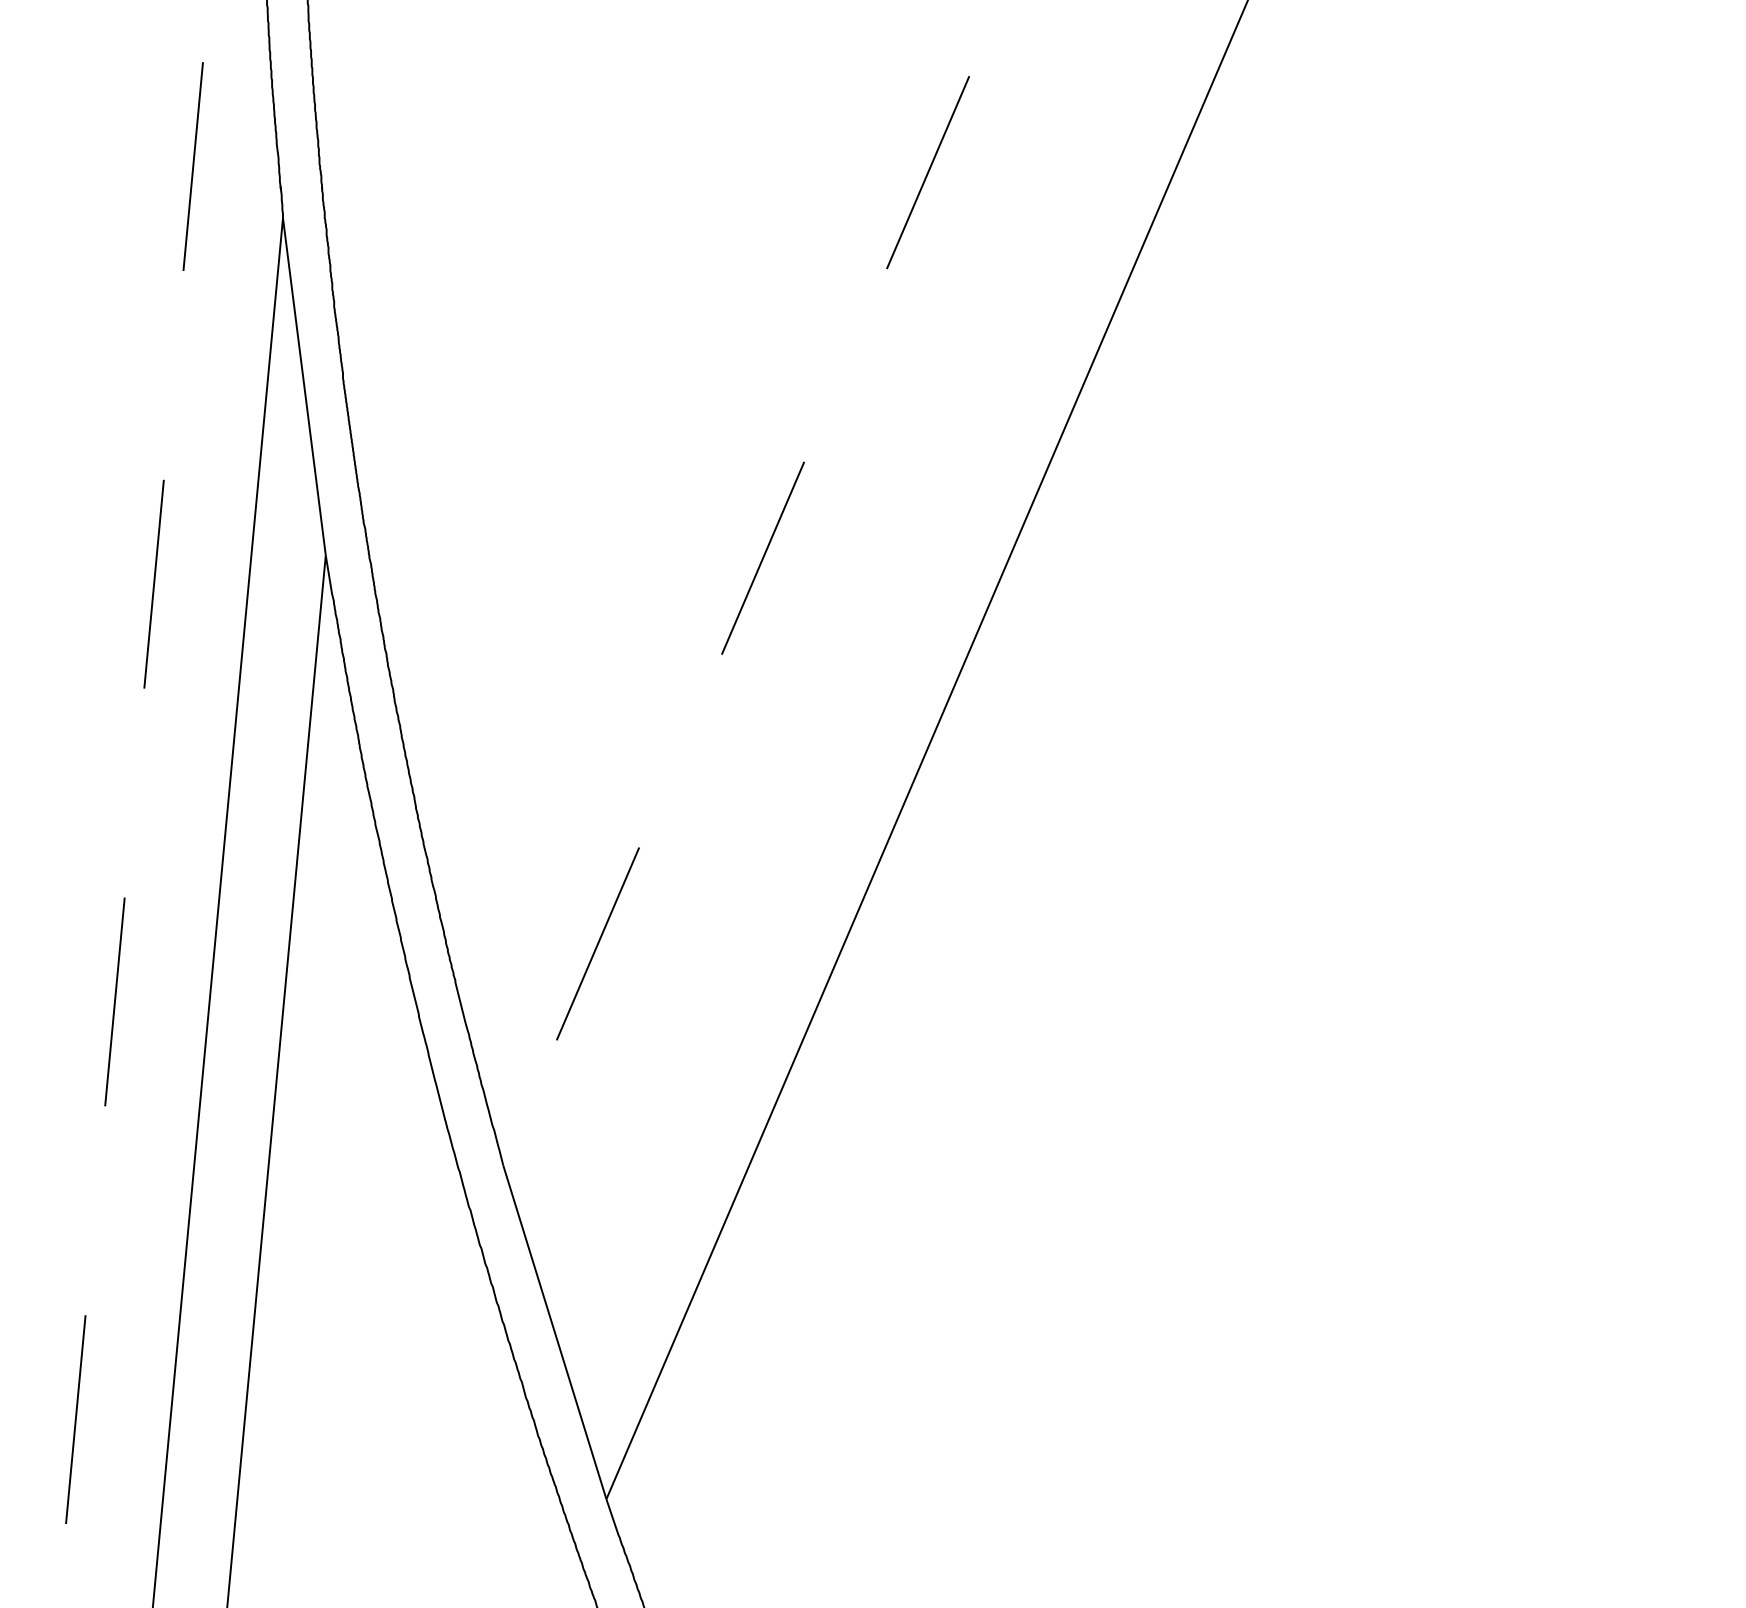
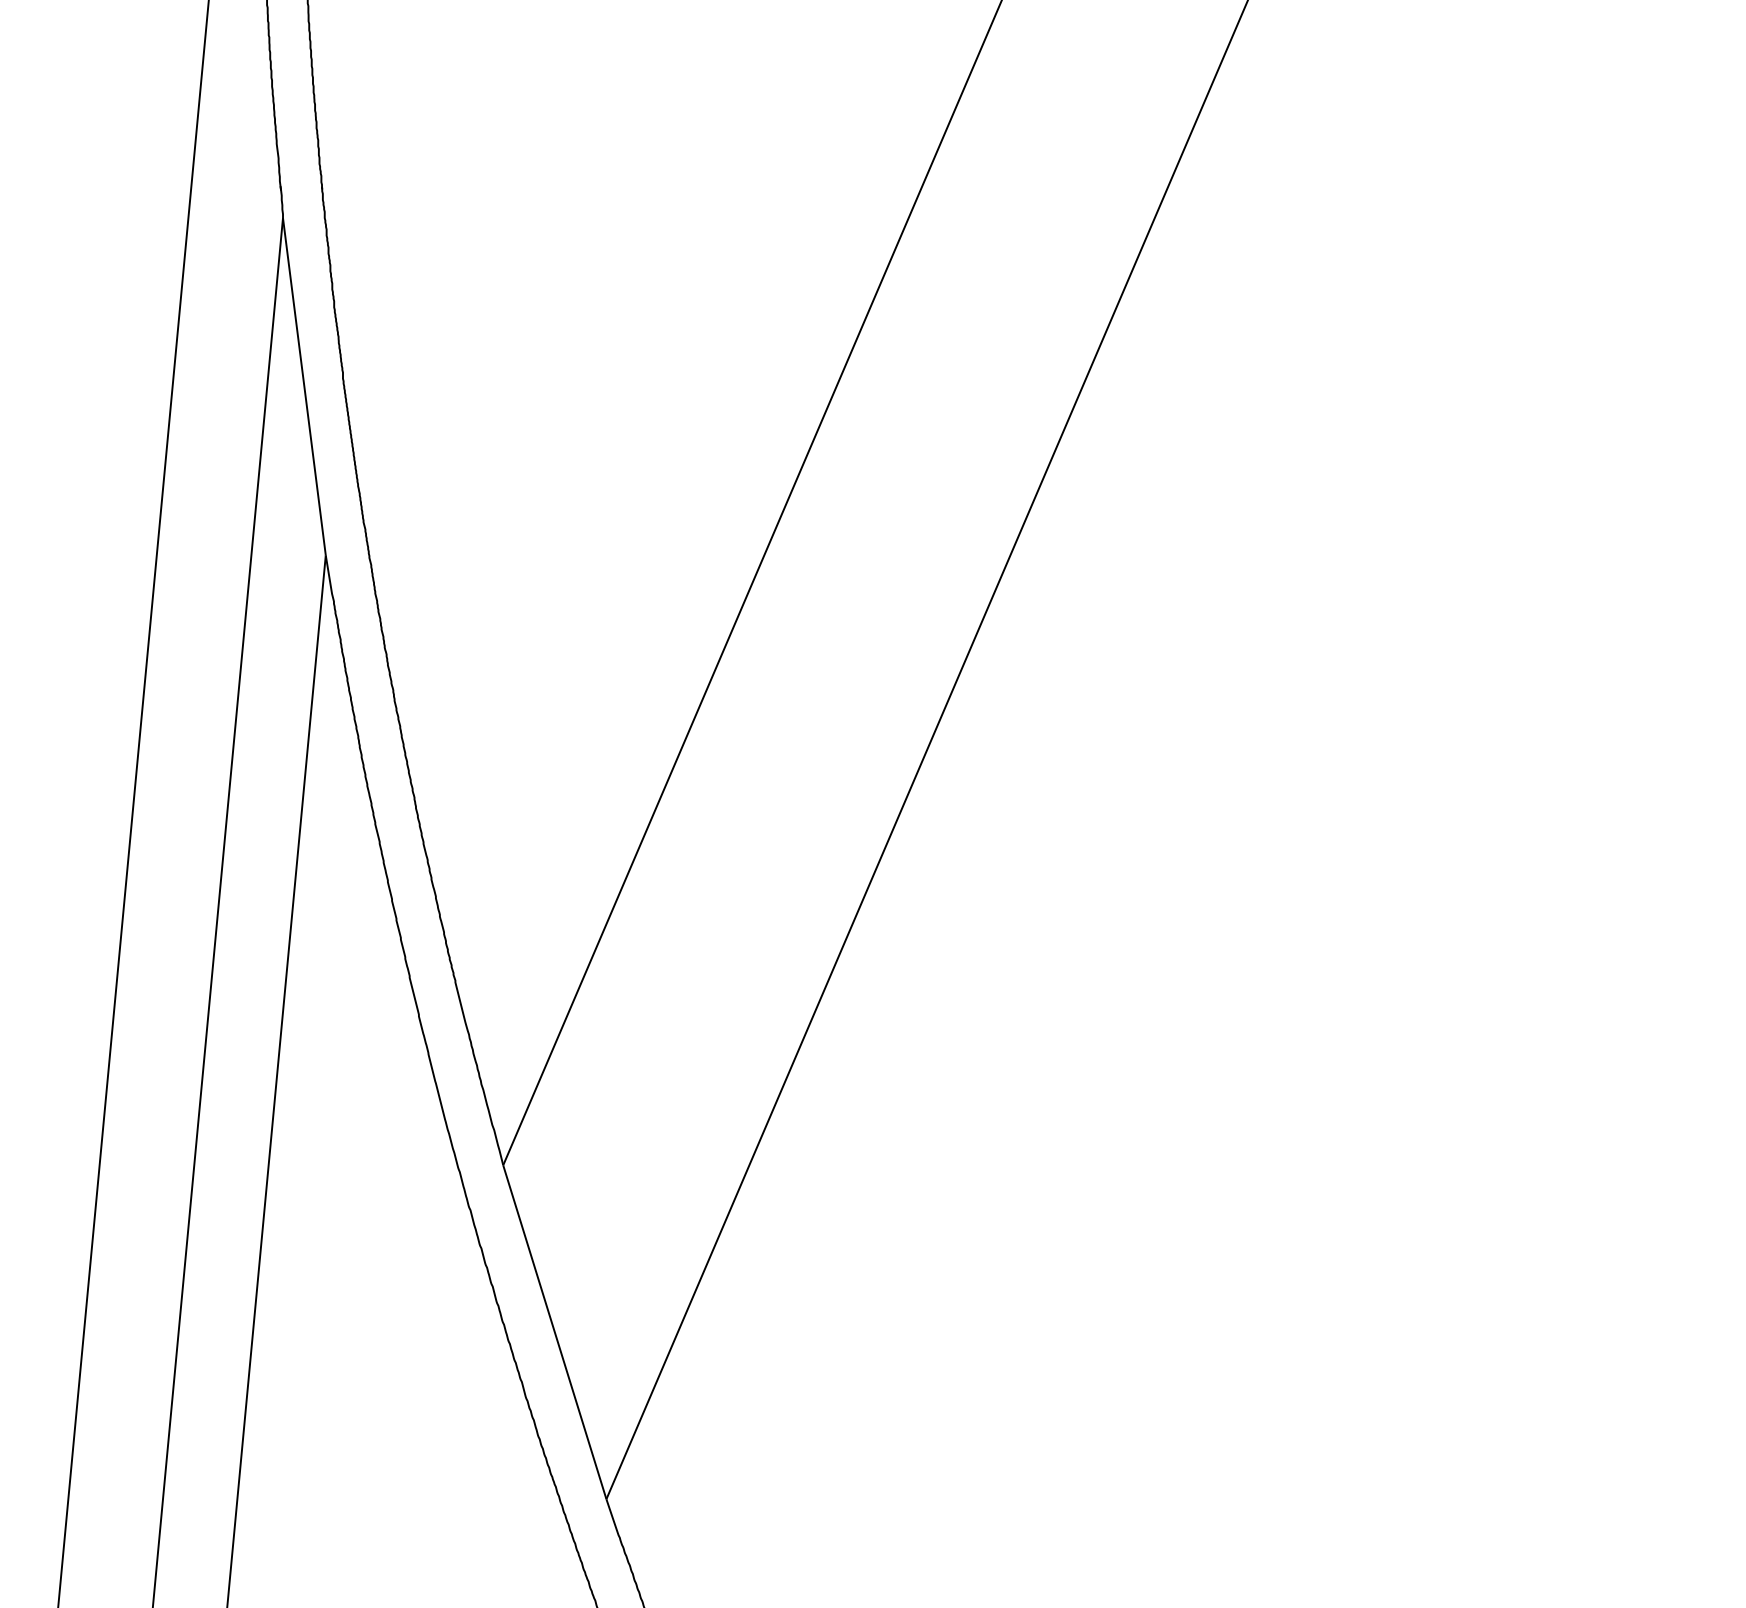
line at (752, 583): dashed -> solid
line at (133, 803): dashed -> solid
